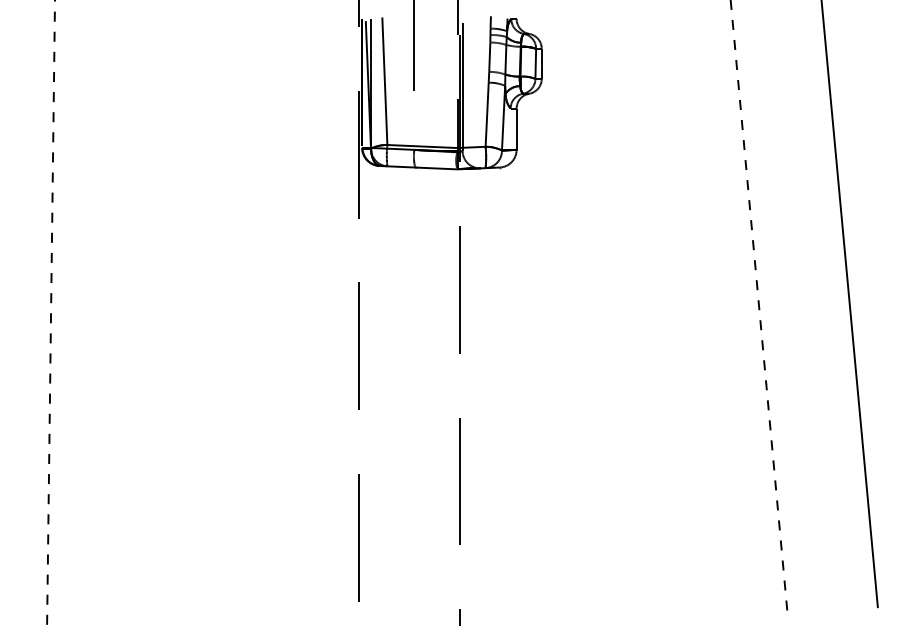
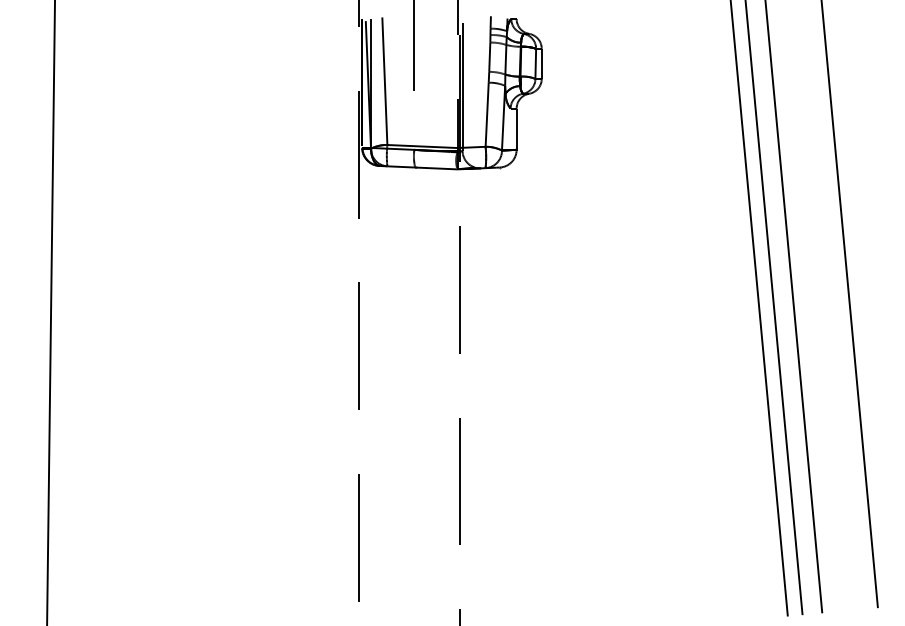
line at (759, 307): dashed -> solid
line at (793, 307): none -> present
line at (773, 308): none -> present
line at (51, 313): dashed -> solid
